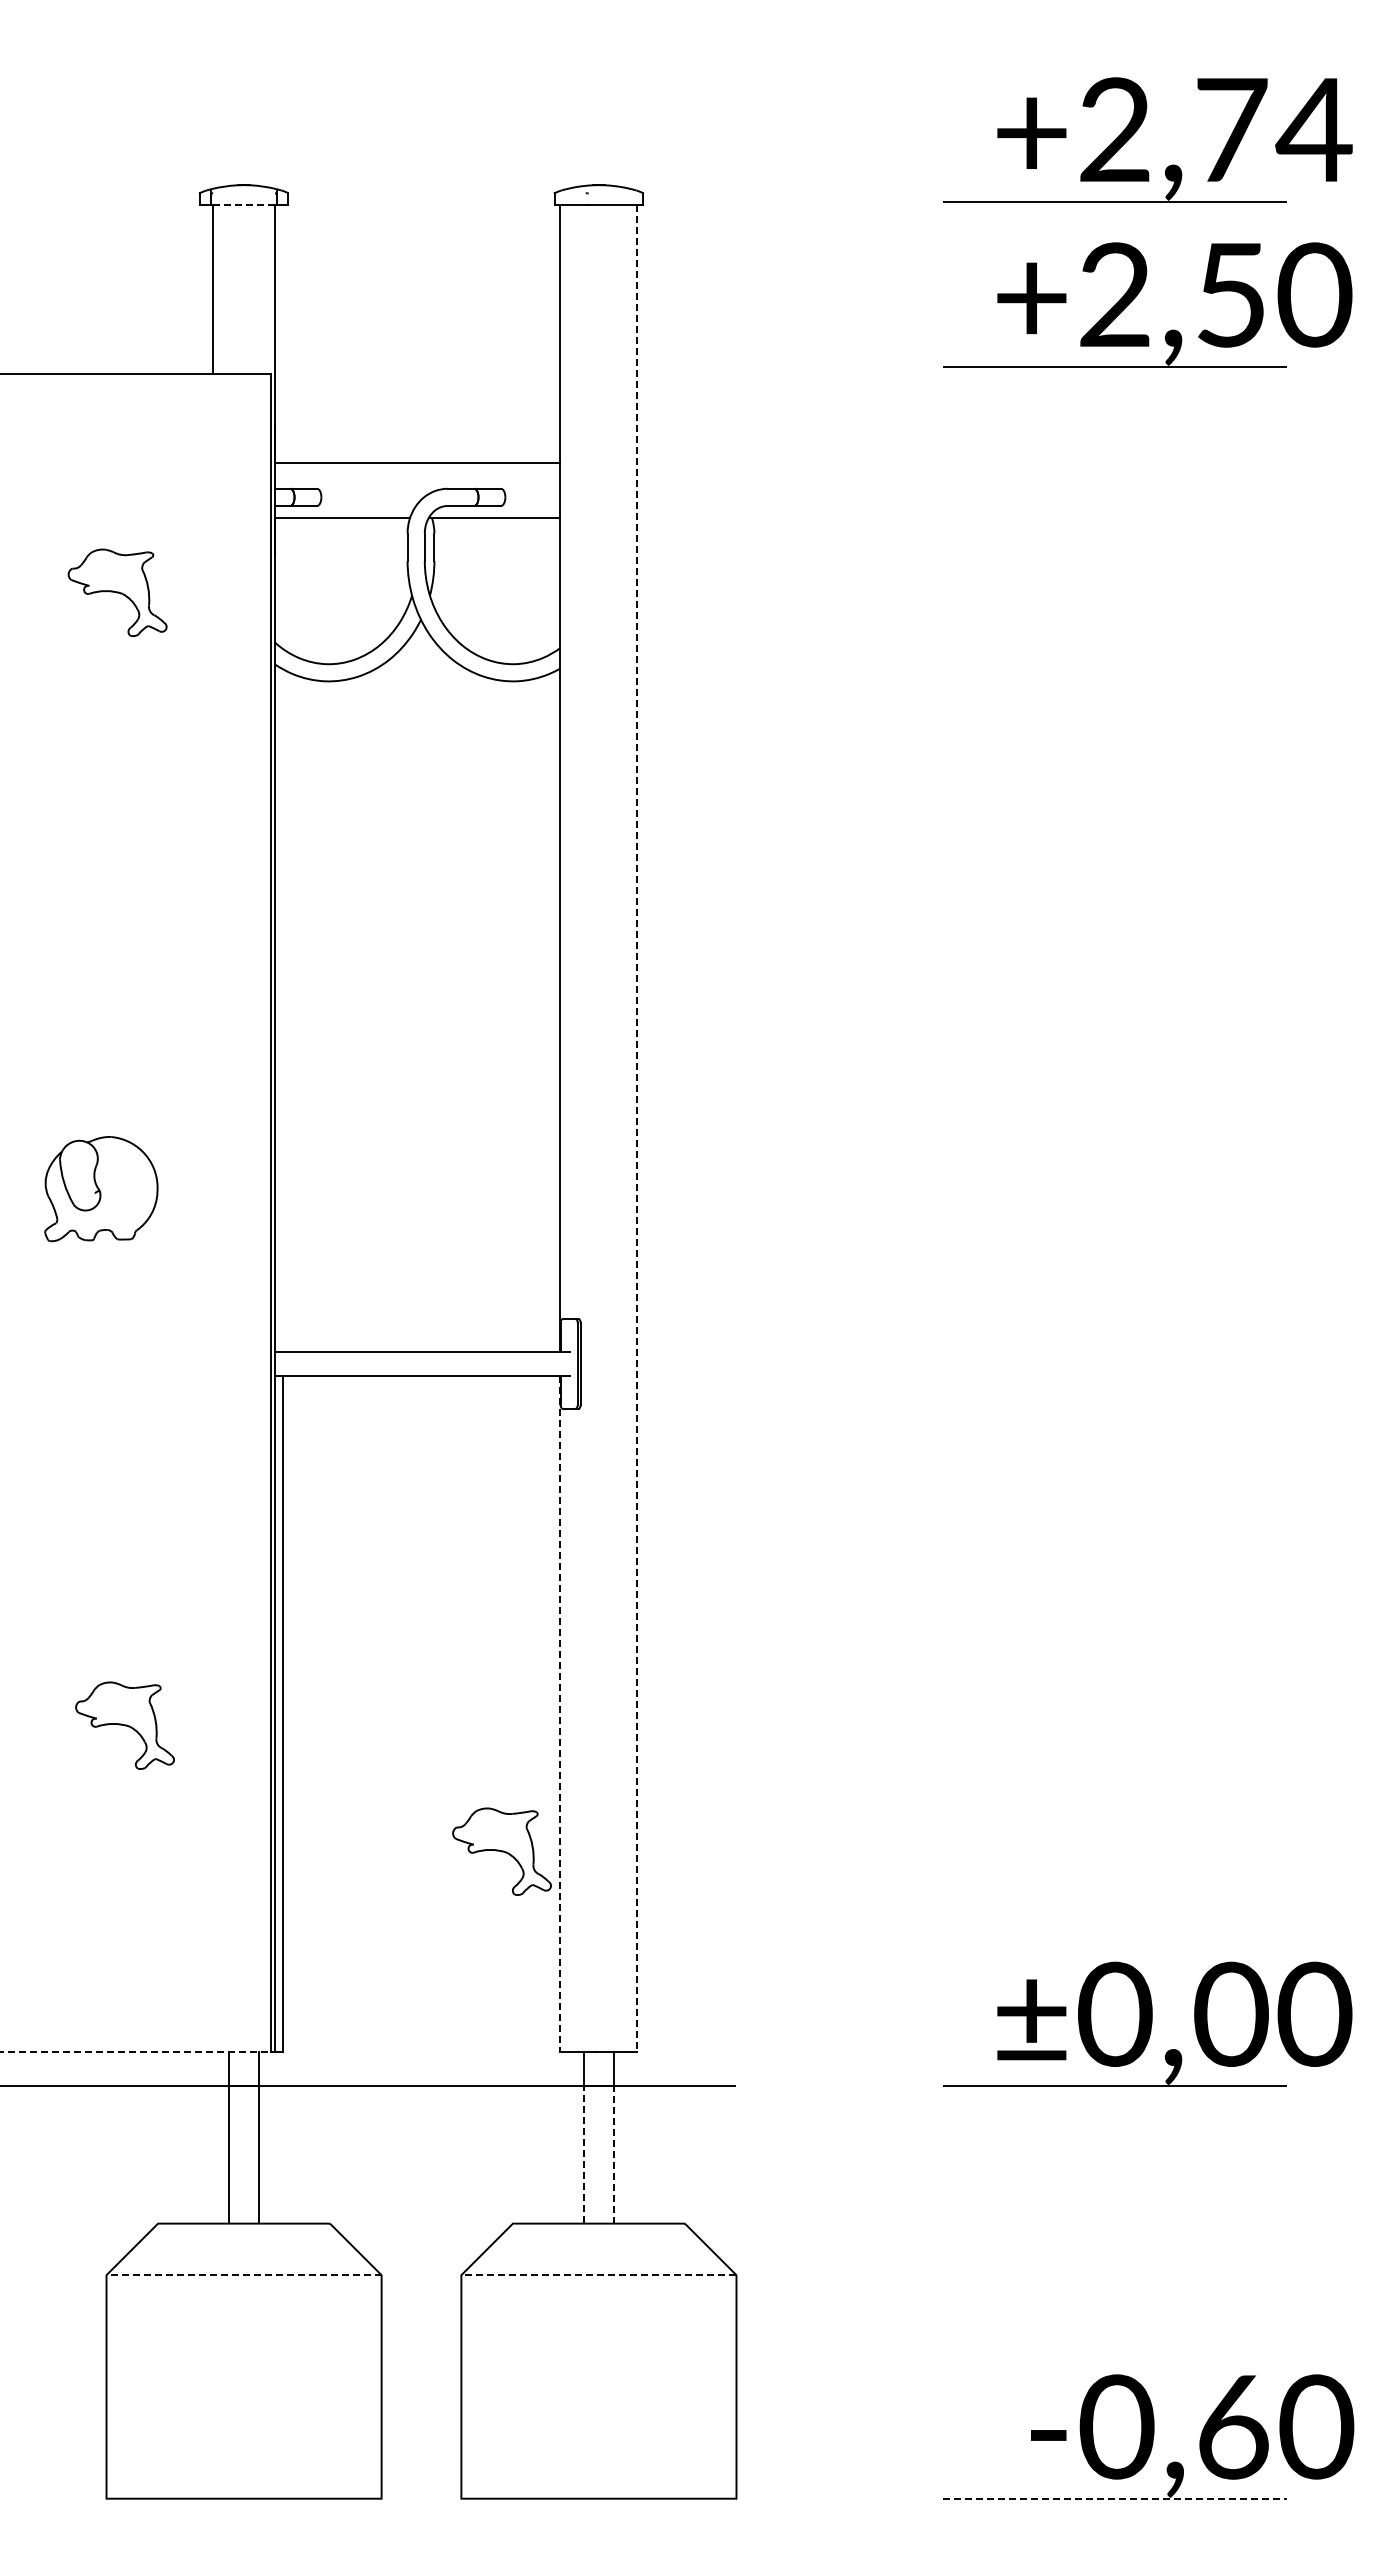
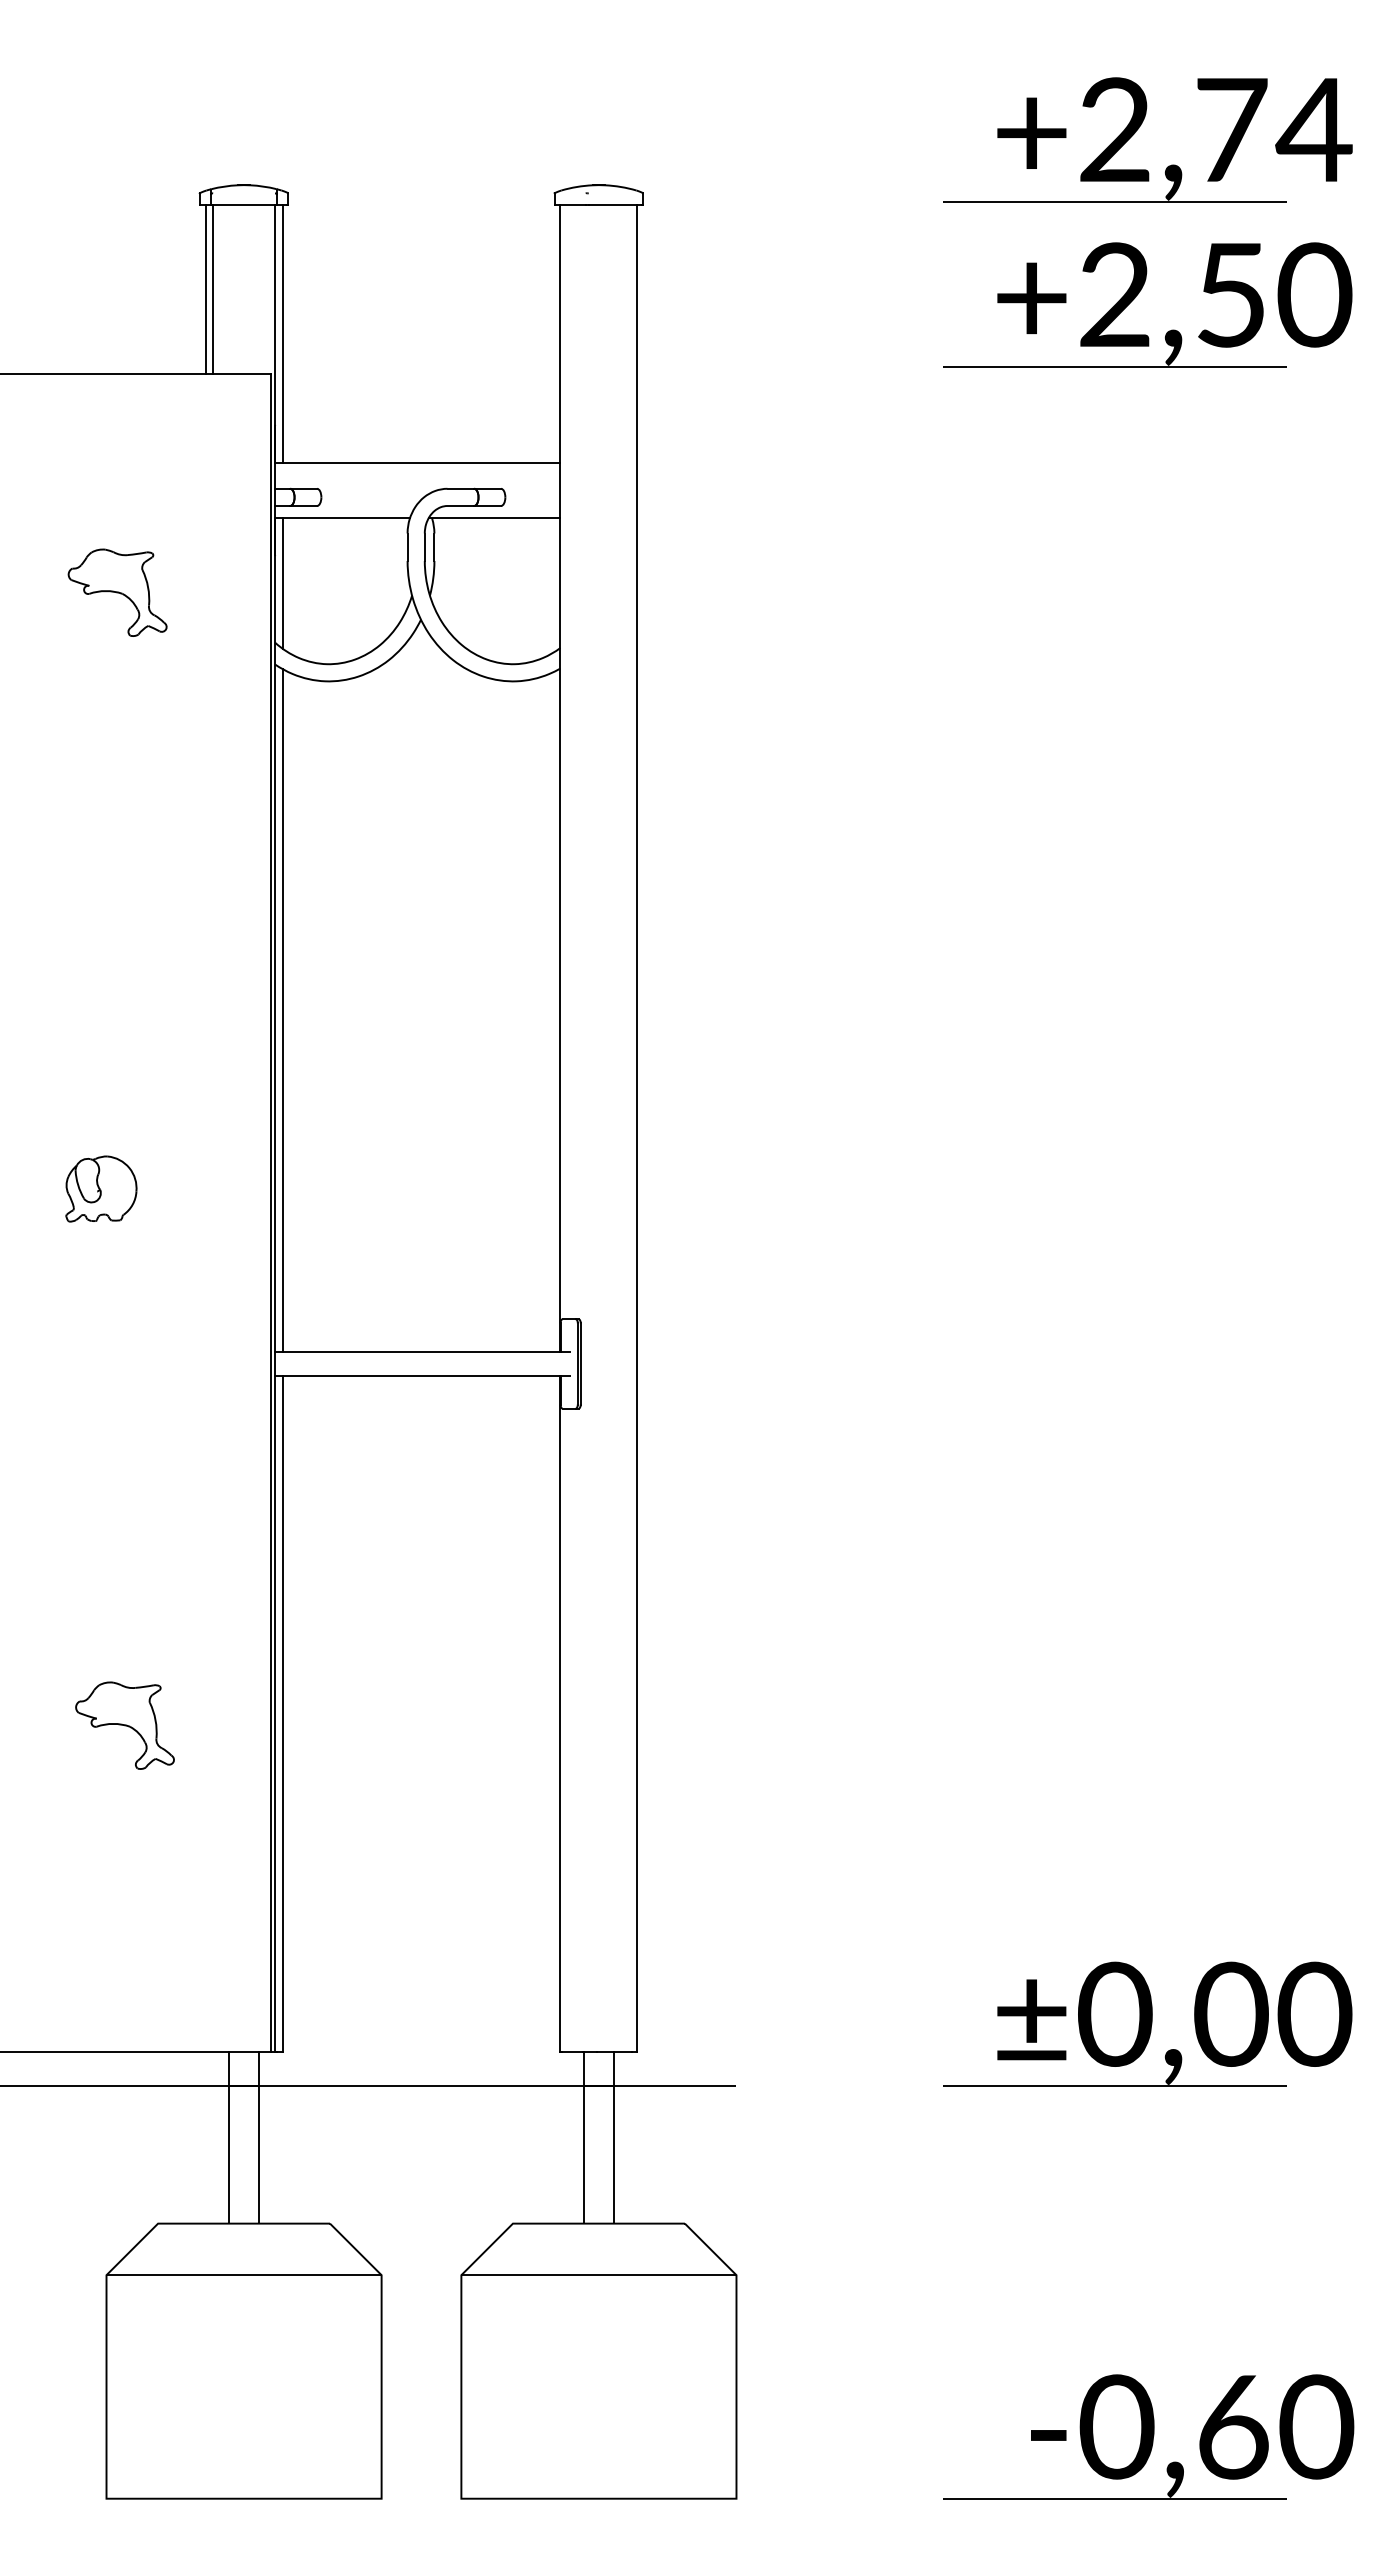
line at (244, 205): dashed -> solid
line at (205, 289): none -> present
line at (282, 334): none -> present
line at (282, 583): none -> present
line at (282, 1010): none -> present
line at (637, 1128): dashed -> solid
part at (101, 1189) size: 115x107 px -> 73x68 px
line at (560, 1714): dashed -> solid
part at (501, 1851): present -> none
line at (135, 2051): dashed -> solid
line at (598, 2086): dashed -> solid
line at (244, 2275): dashed -> solid
line at (598, 2275): dashed -> solid
line at (1114, 2498): dashed -> solid
